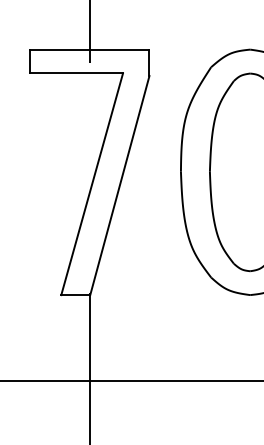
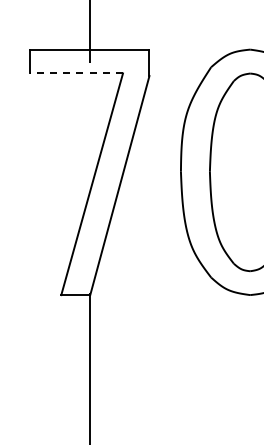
line at (76, 73): solid -> dashed
line at (131, 381): present -> none
